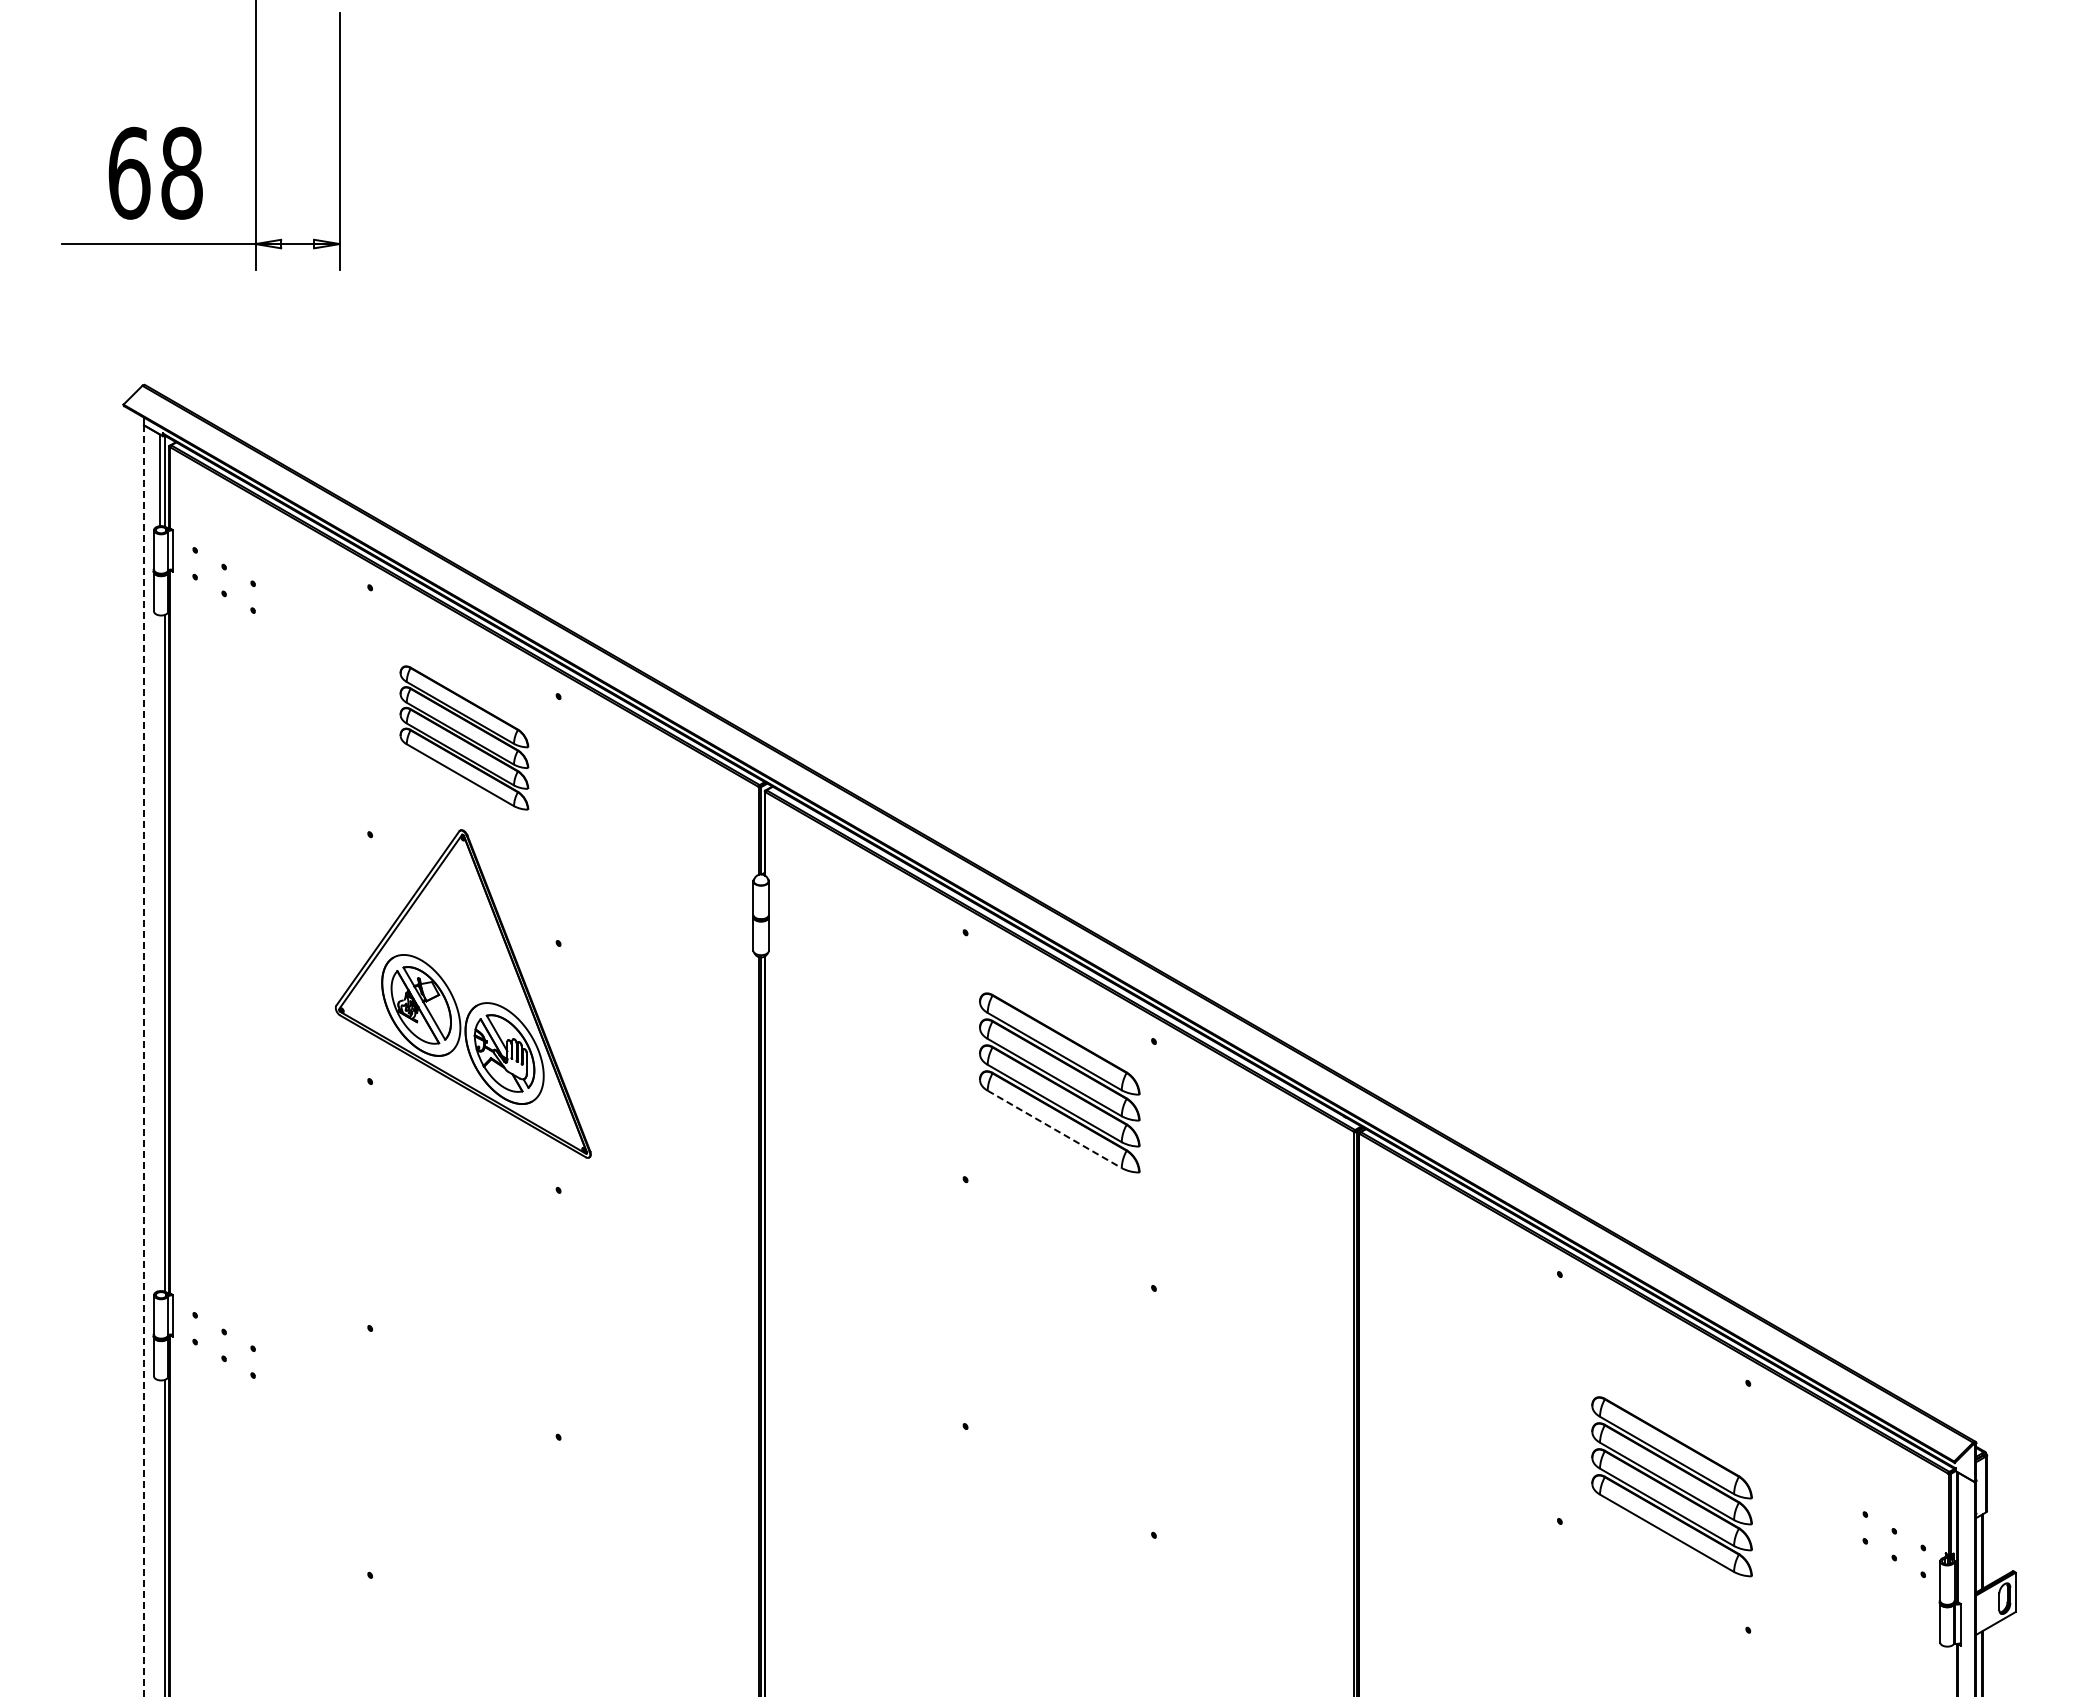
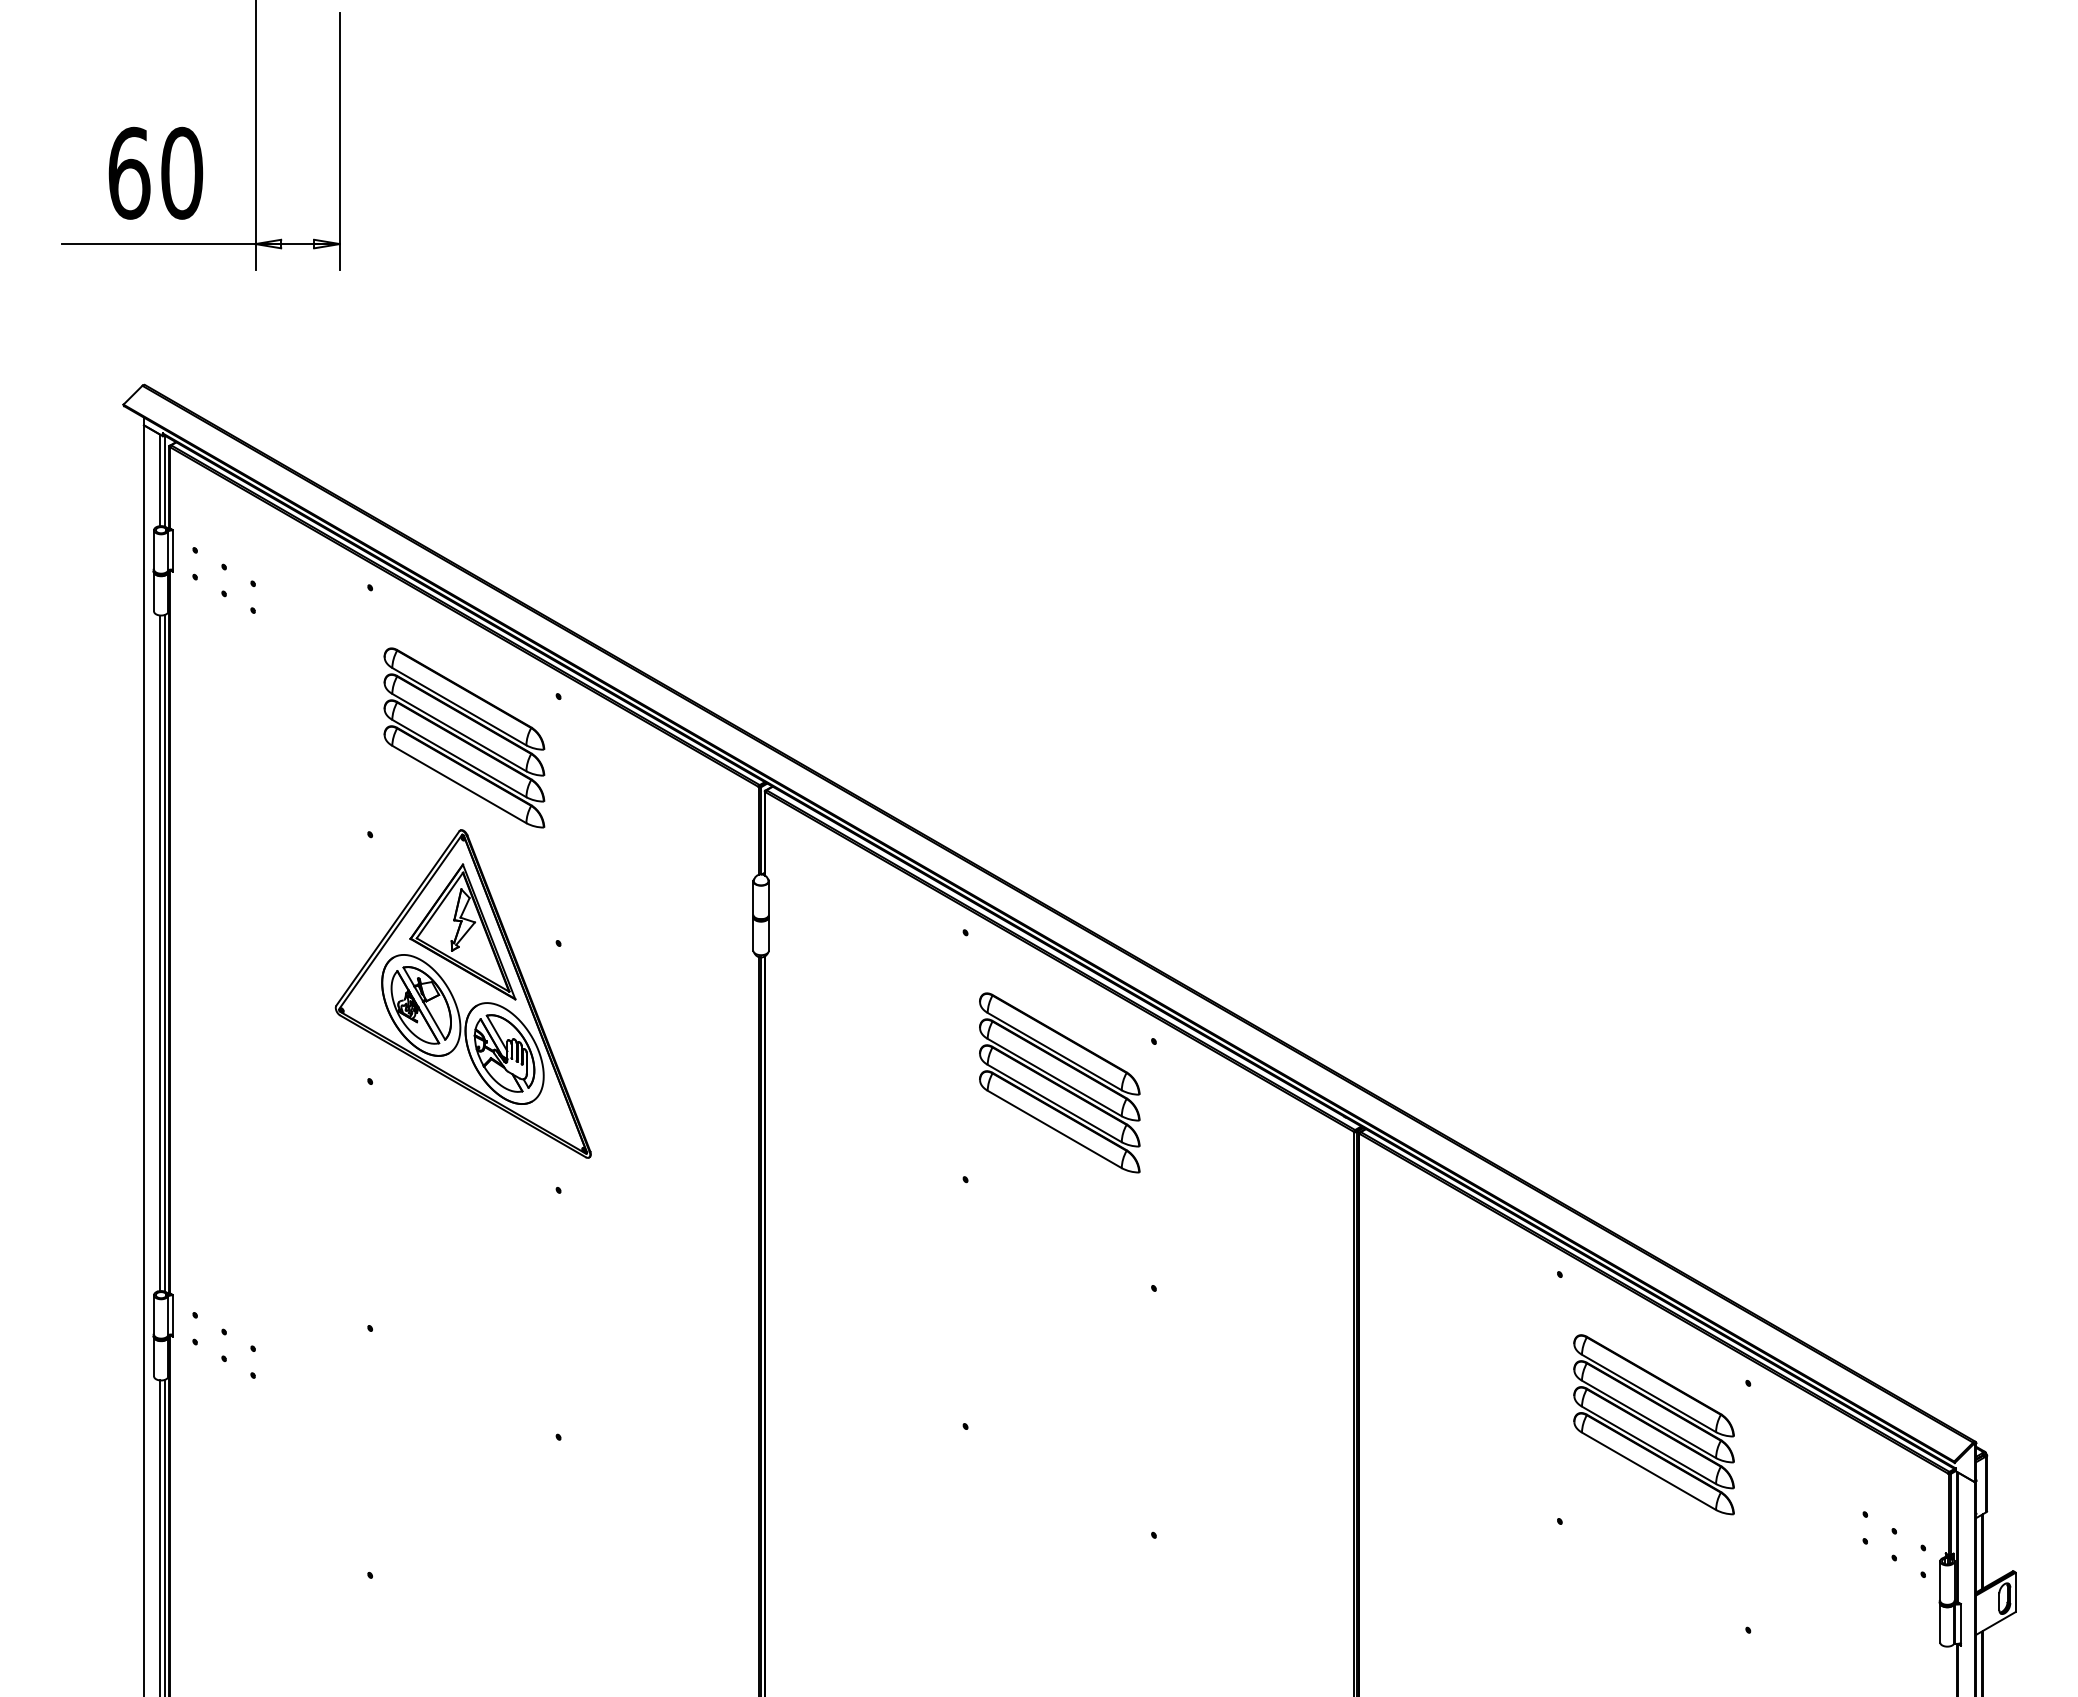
text at (182, 173): 68 -> 60
part at (464, 737) size: 131x146 px -> 163x182 px
part at (462, 931): none -> present
line at (160, 953): none -> present
line at (144, 1061): dashed -> solid
line at (1055, 1129): dashed -> solid
part at (1671, 1486) position: (1671, 1486) -> (1653, 1424)
line at (160, 1536): none -> present
